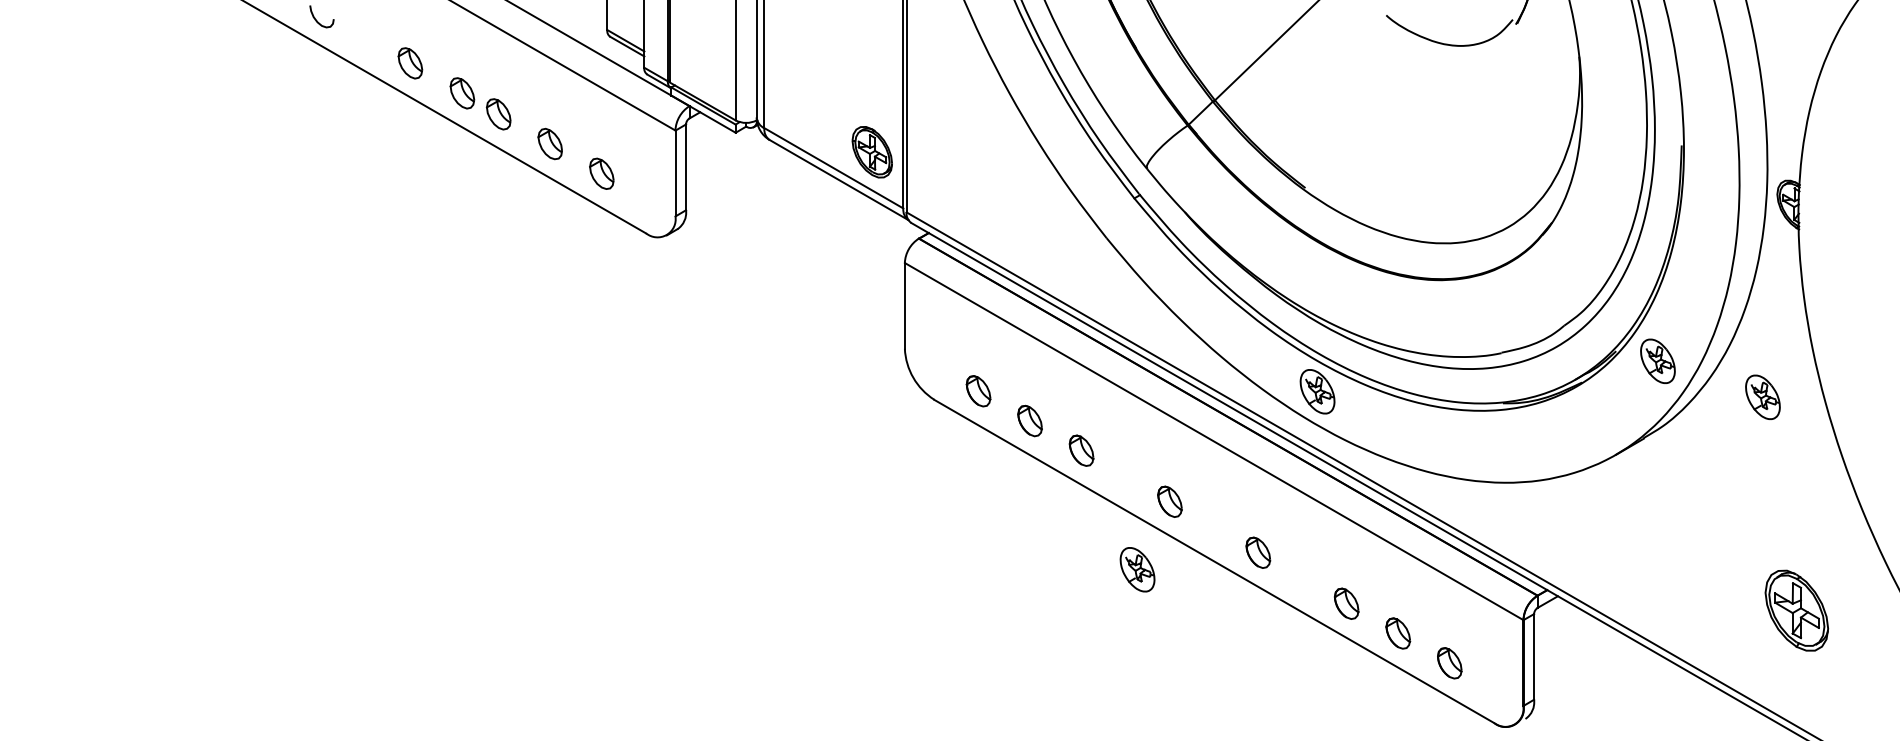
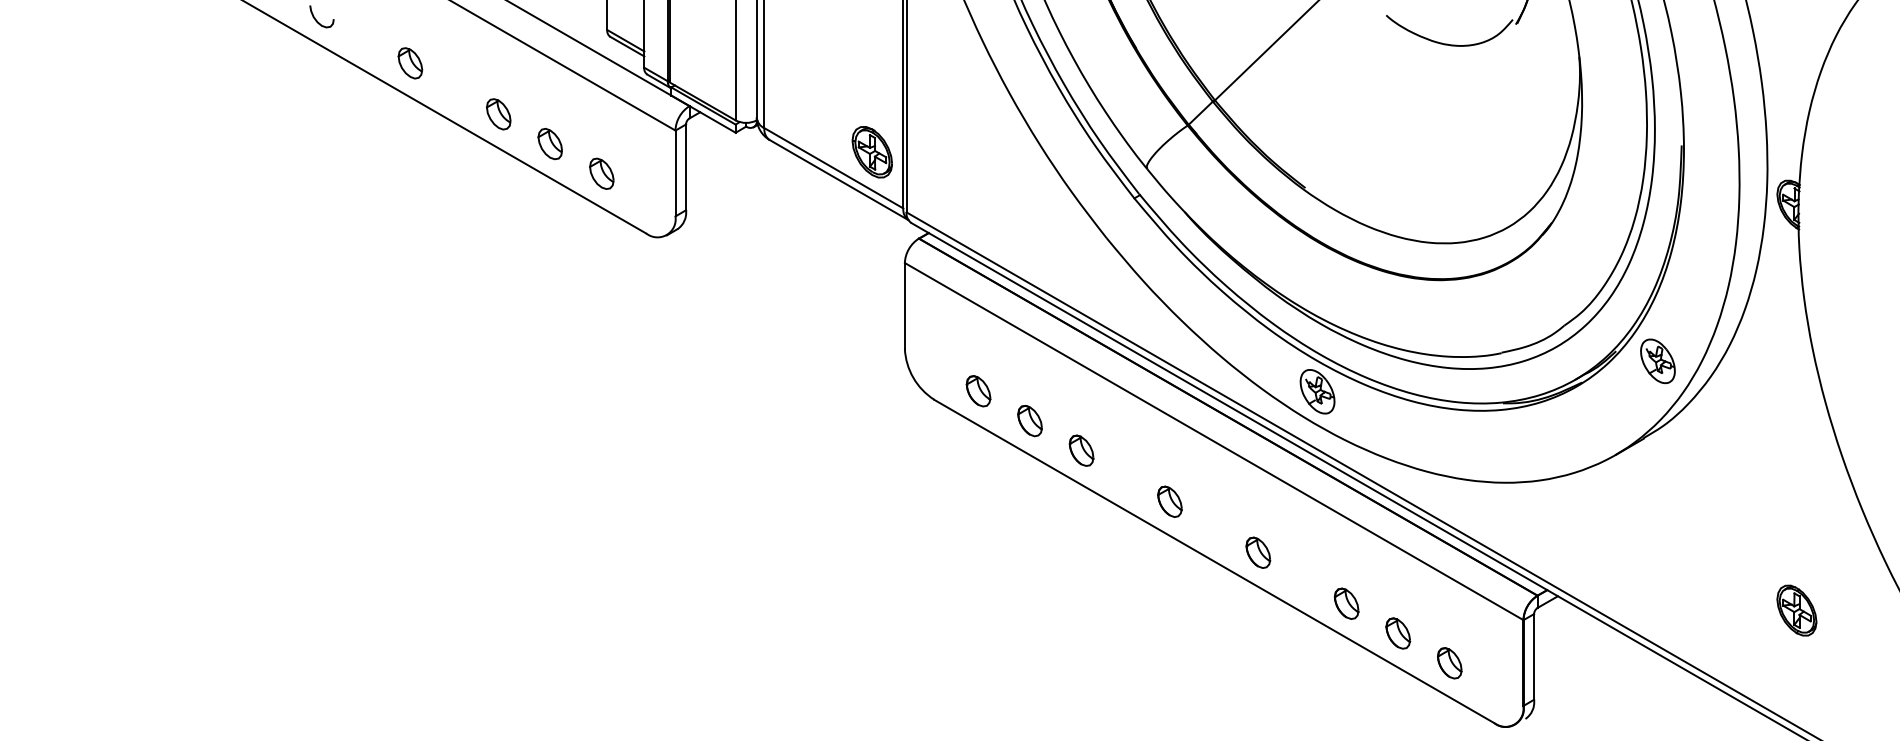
part at (462, 93): present -> none
part at (1762, 396): present -> none
part at (1137, 569): present -> none
part at (1796, 610) size: 66x83 px -> 42x53 px
